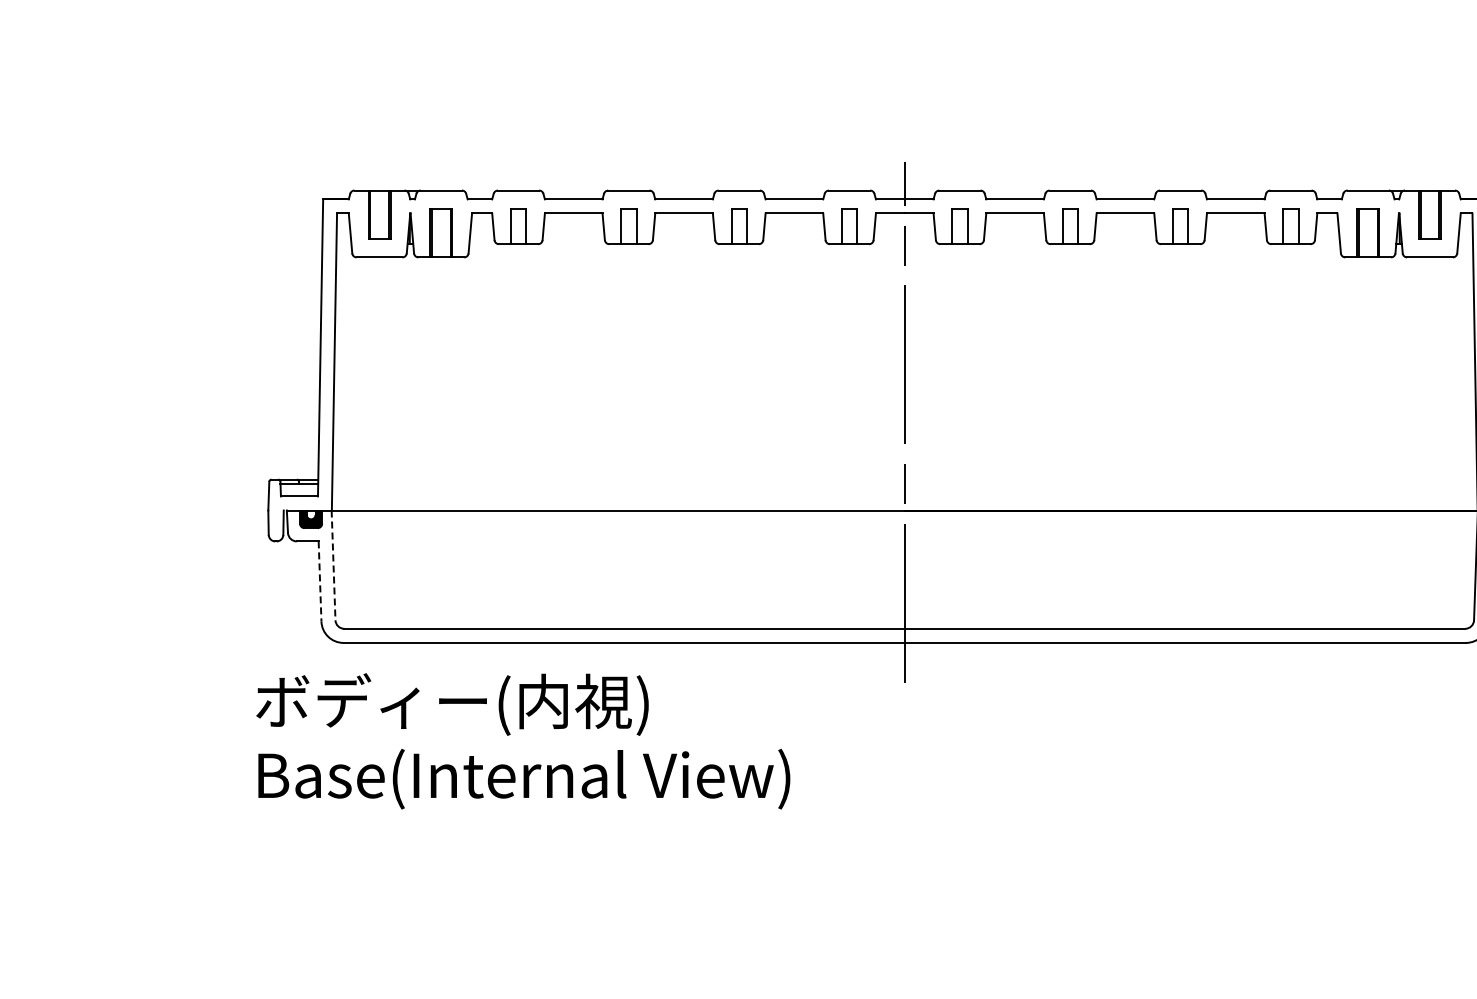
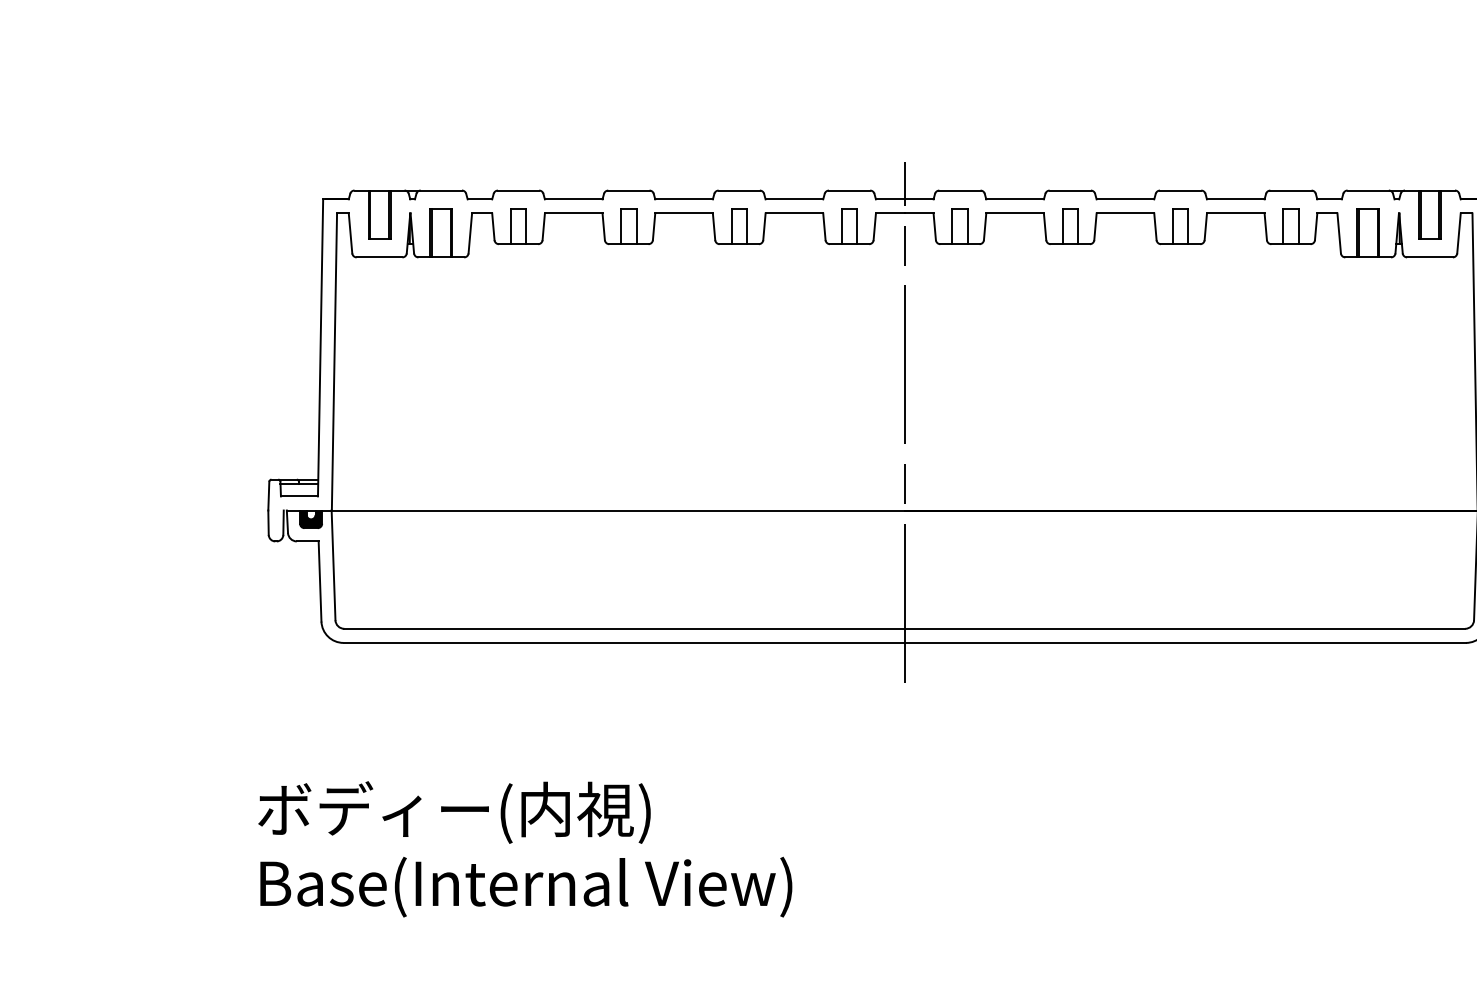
line at (333, 565): dashed -> solid
line at (320, 582): dashed -> solid
text at (523, 741) position: (523, 741) -> (525, 849)
